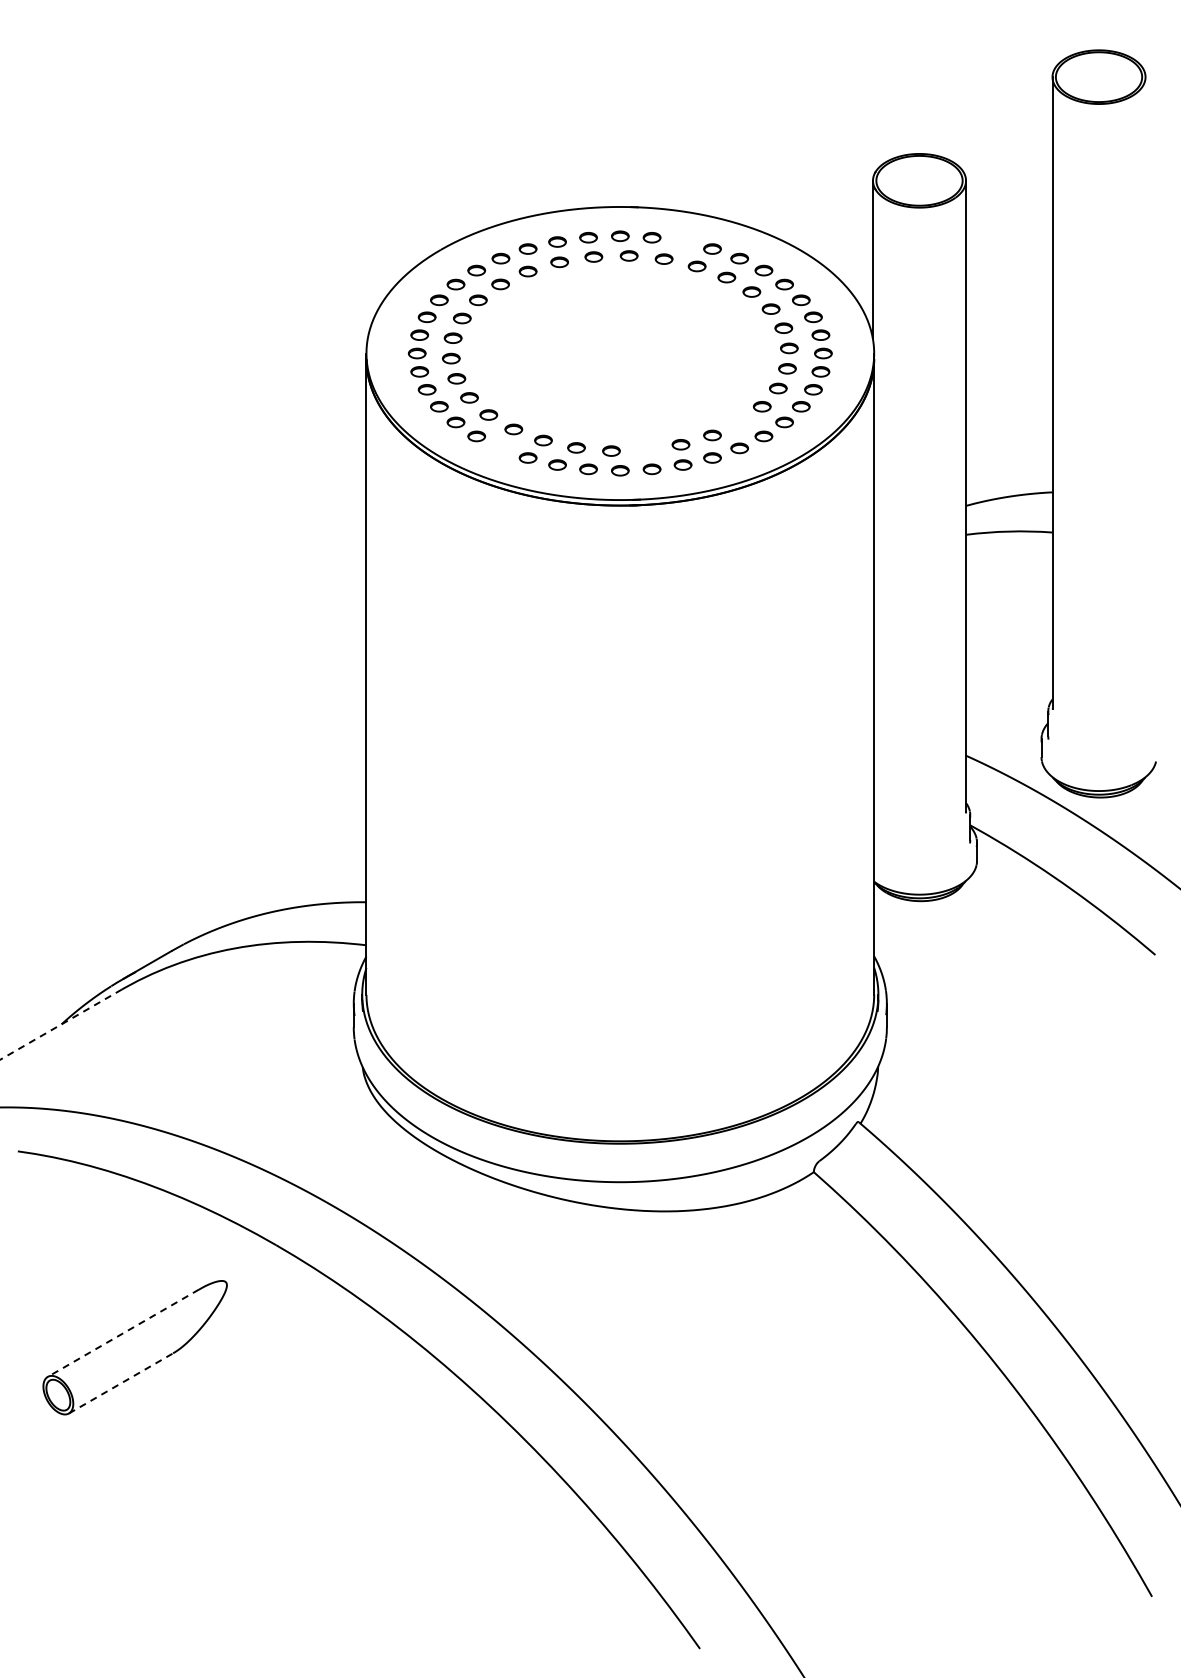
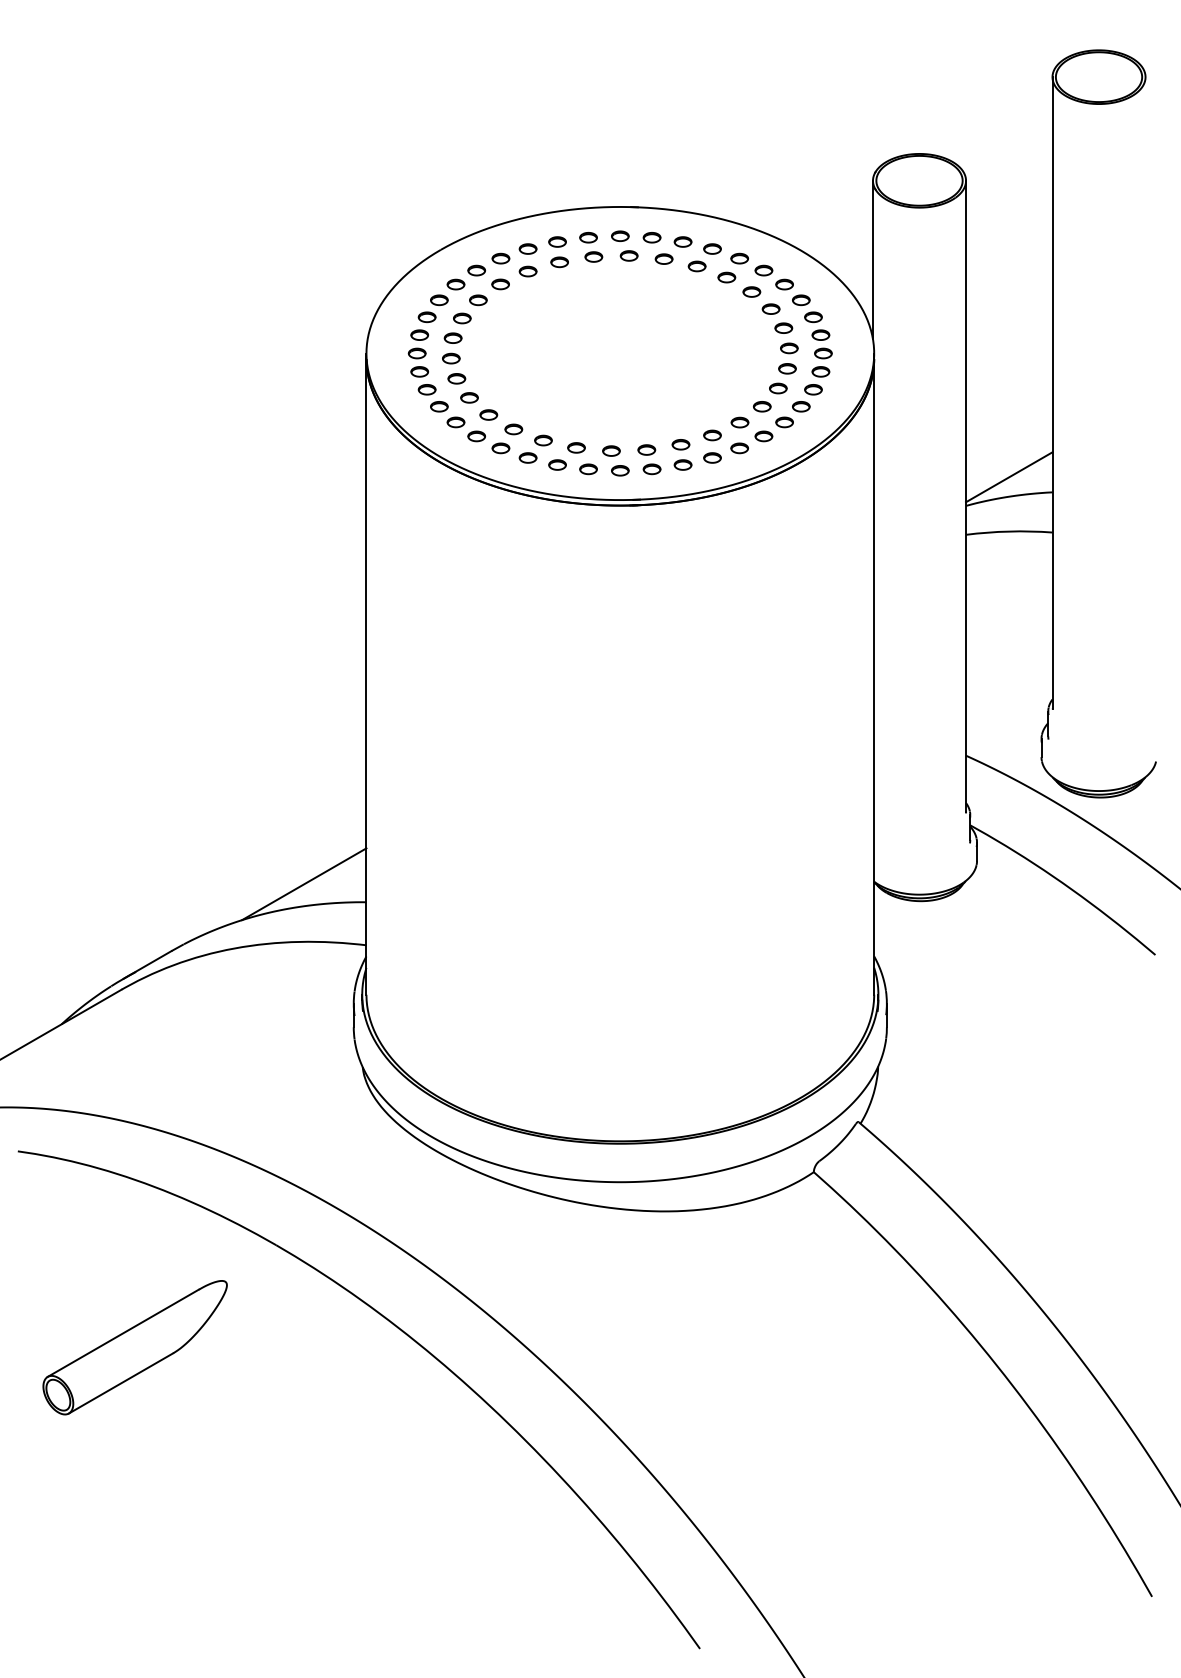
part at (682, 241): none -> present
part at (739, 422): none -> present
part at (500, 448): none -> present
part at (646, 449): none -> present
line at (1009, 477): none -> present
line at (304, 884): none -> present
line at (61, 1024): dashed -> solid
line at (122, 1333): dashed -> solid
line at (121, 1383): dashed -> solid
